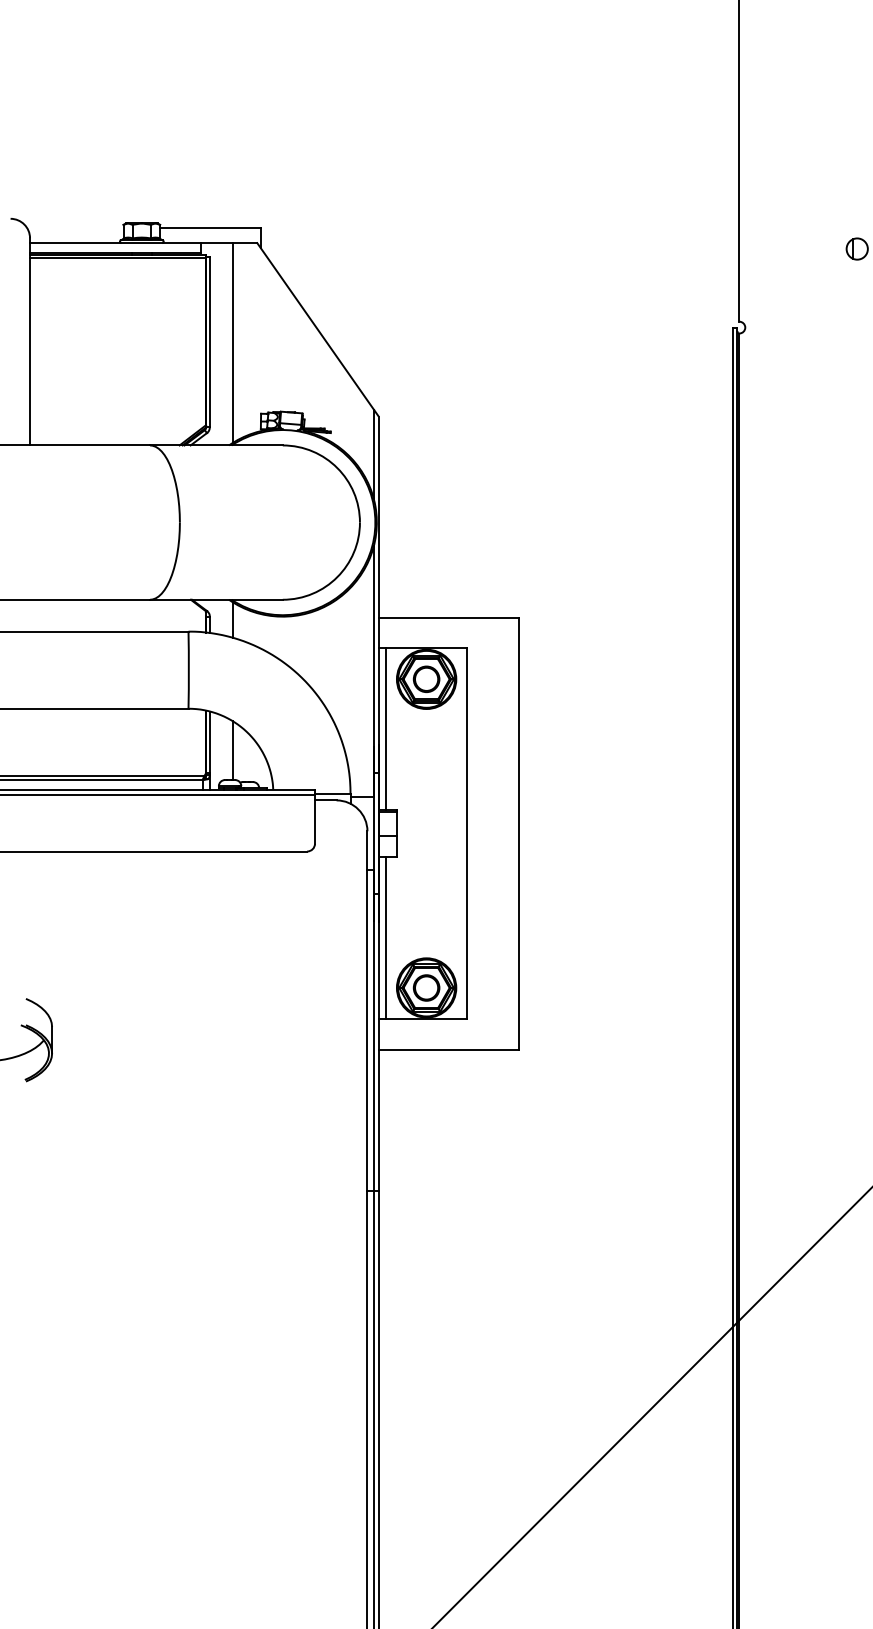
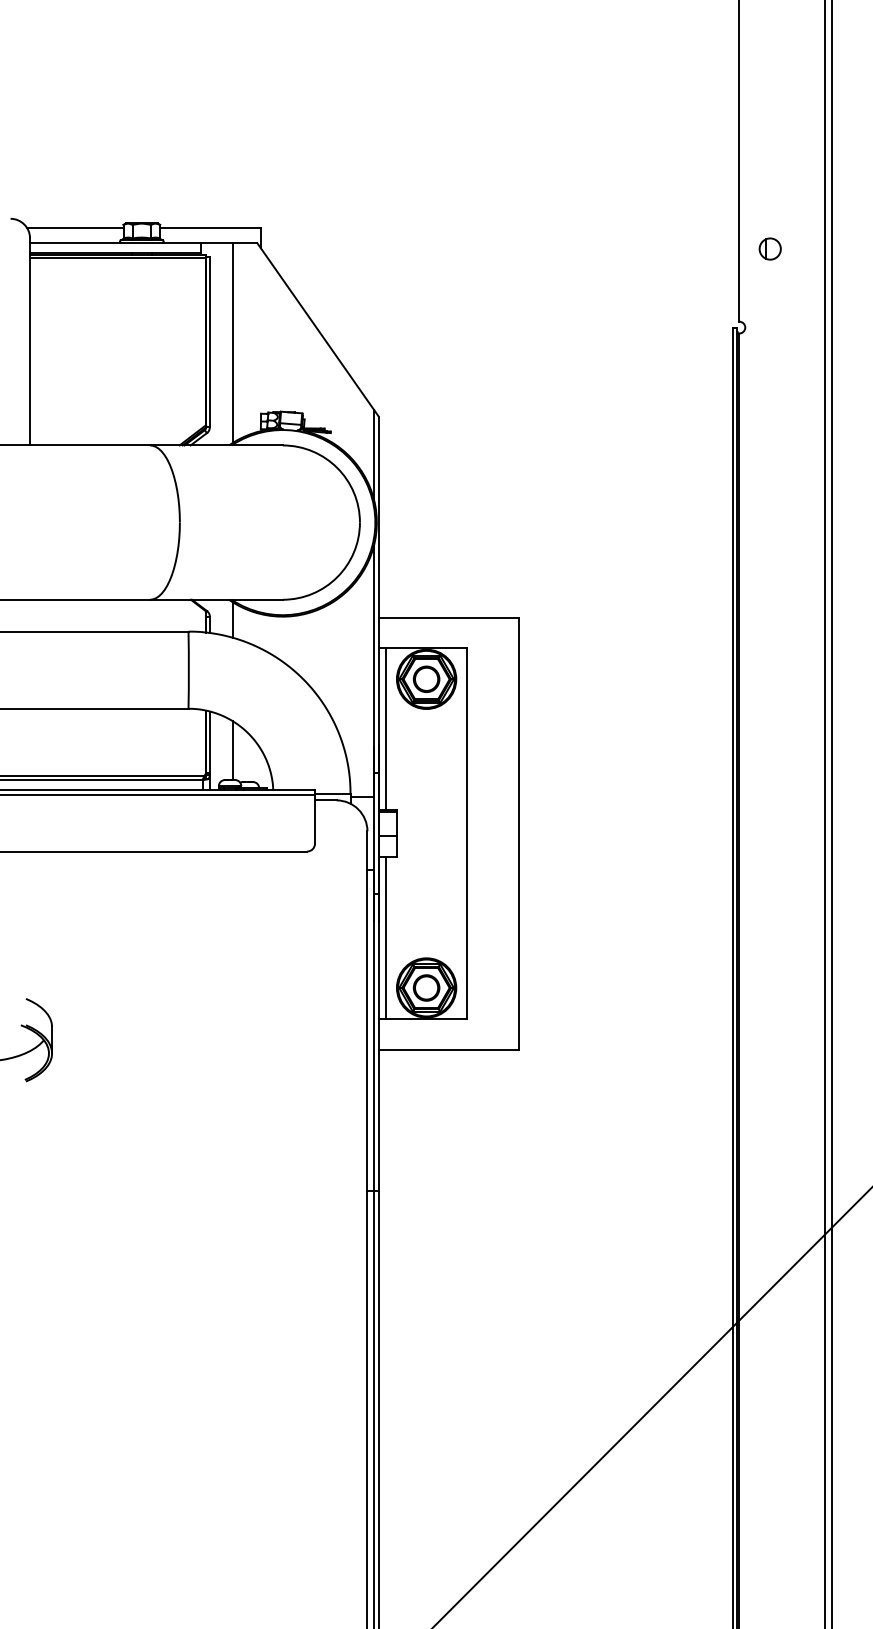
line at (74, 227): none -> present
part at (856, 248) position: (856, 248) -> (769, 248)
line at (825, 813): none -> present
line at (831, 813): none -> present
